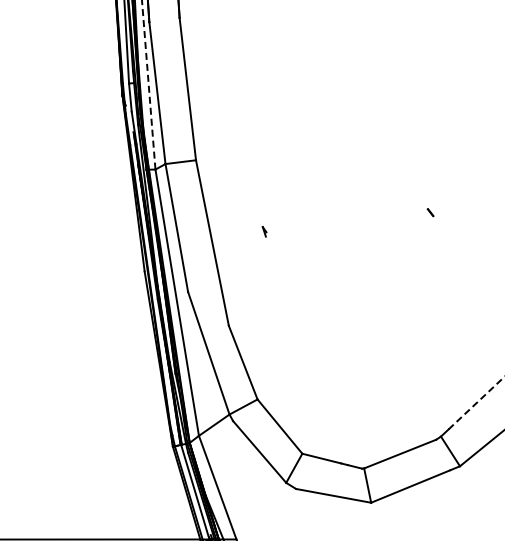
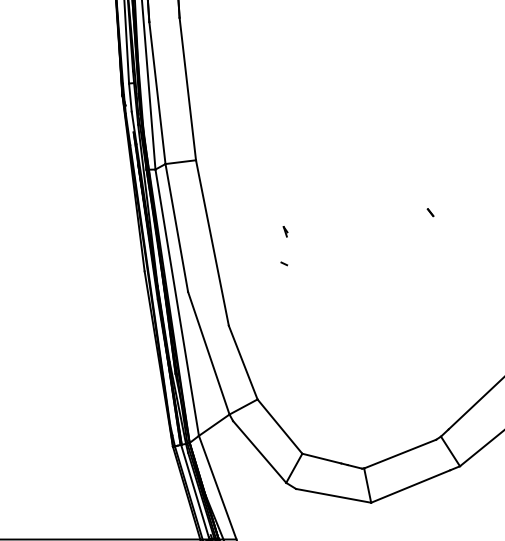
line at (148, 85): dashed -> solid
part at (264, 231) position: (264, 231) -> (285, 231)
line at (284, 263): none -> present
line at (476, 402): dashed -> solid
